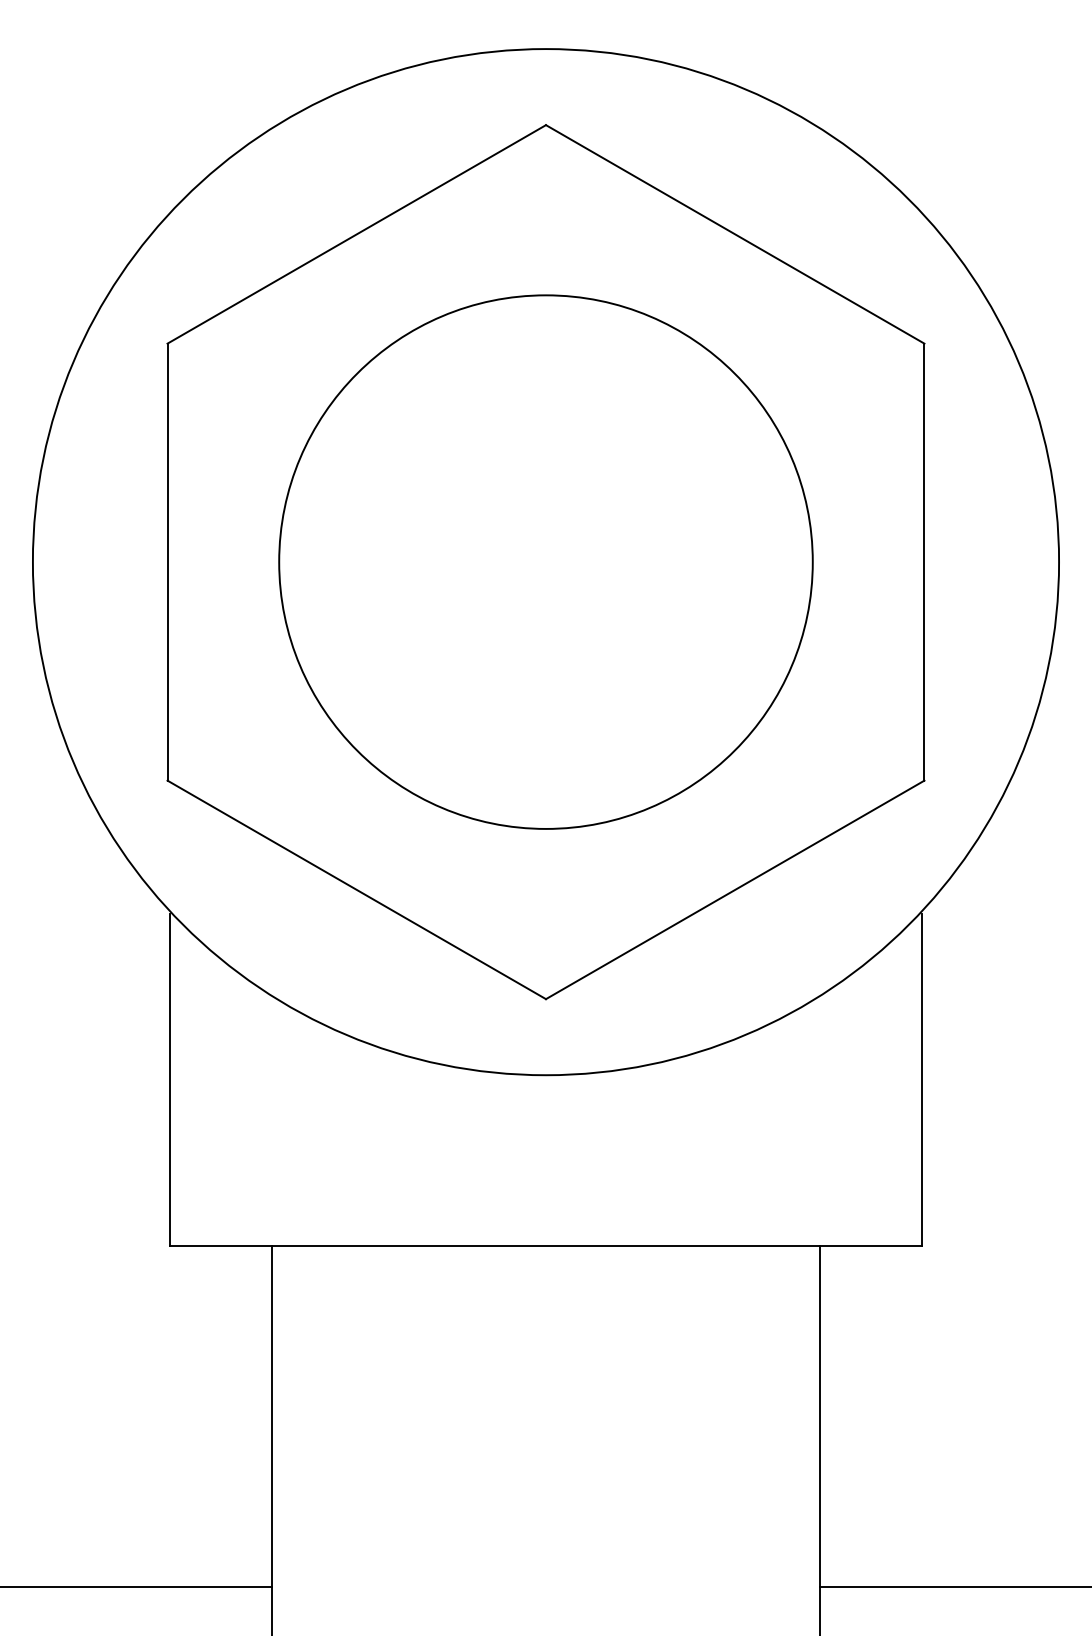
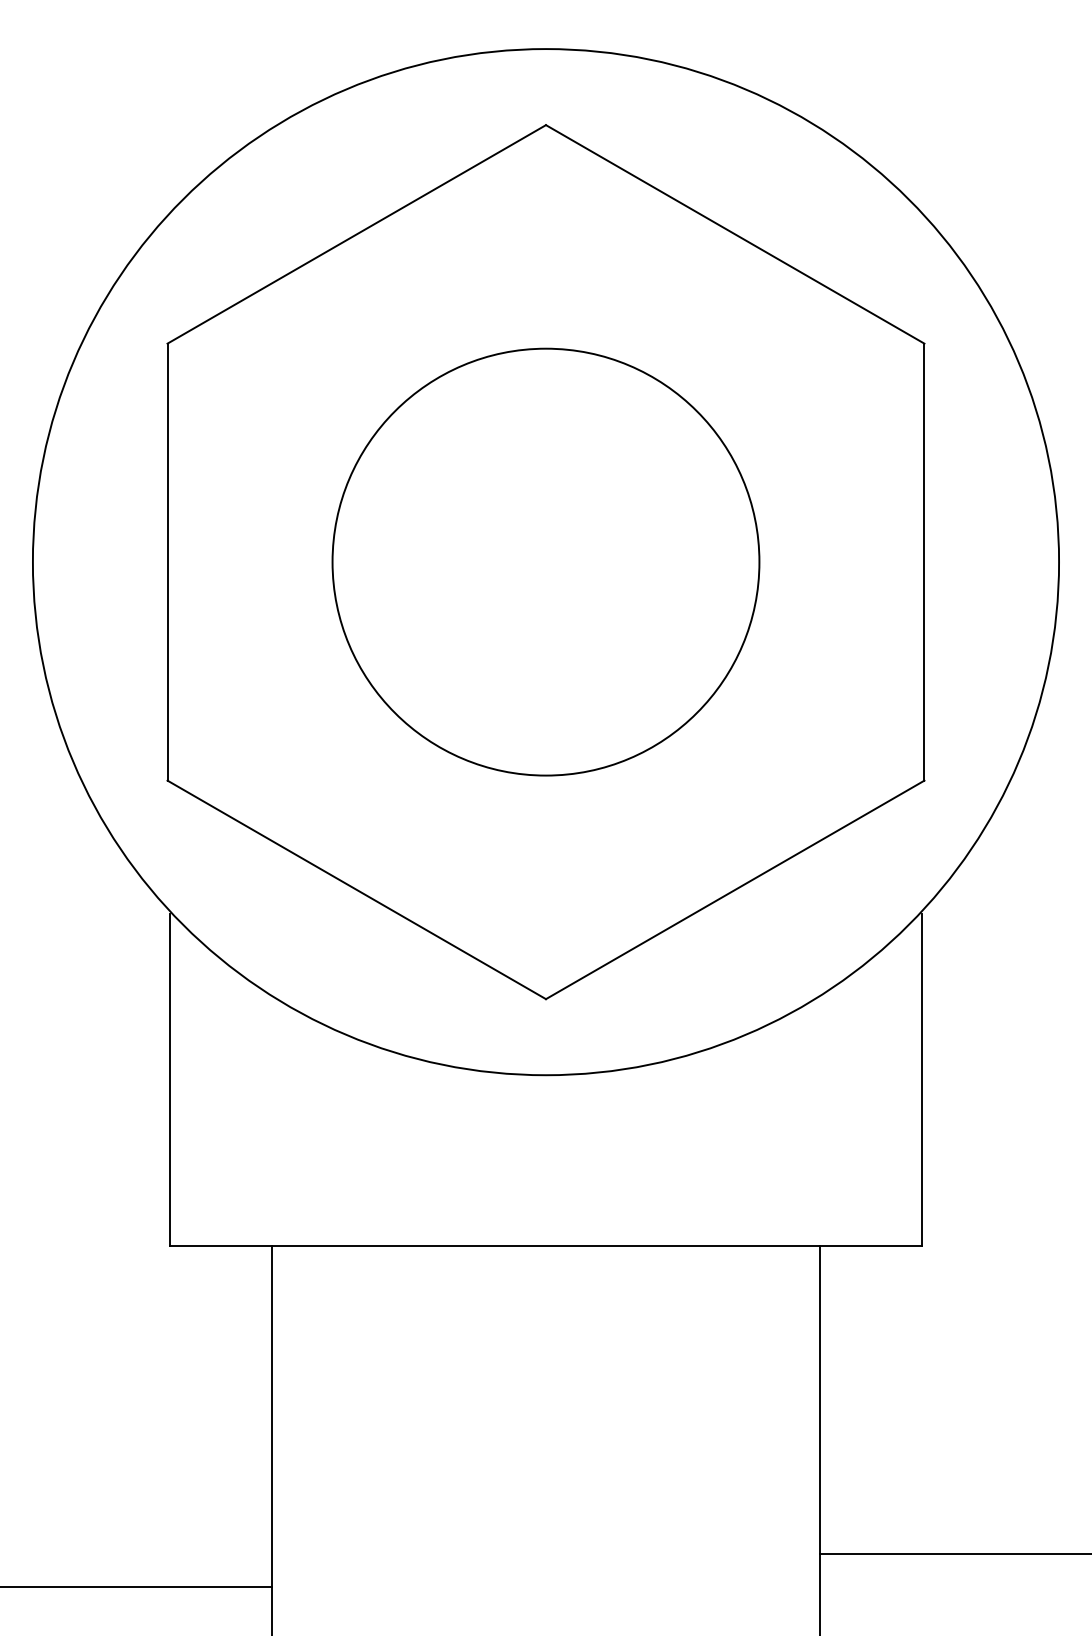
circle at (545, 561) diameter: 534 px -> 427 px
line at (953, 1586) position: (953, 1586) -> (953, 1553)
